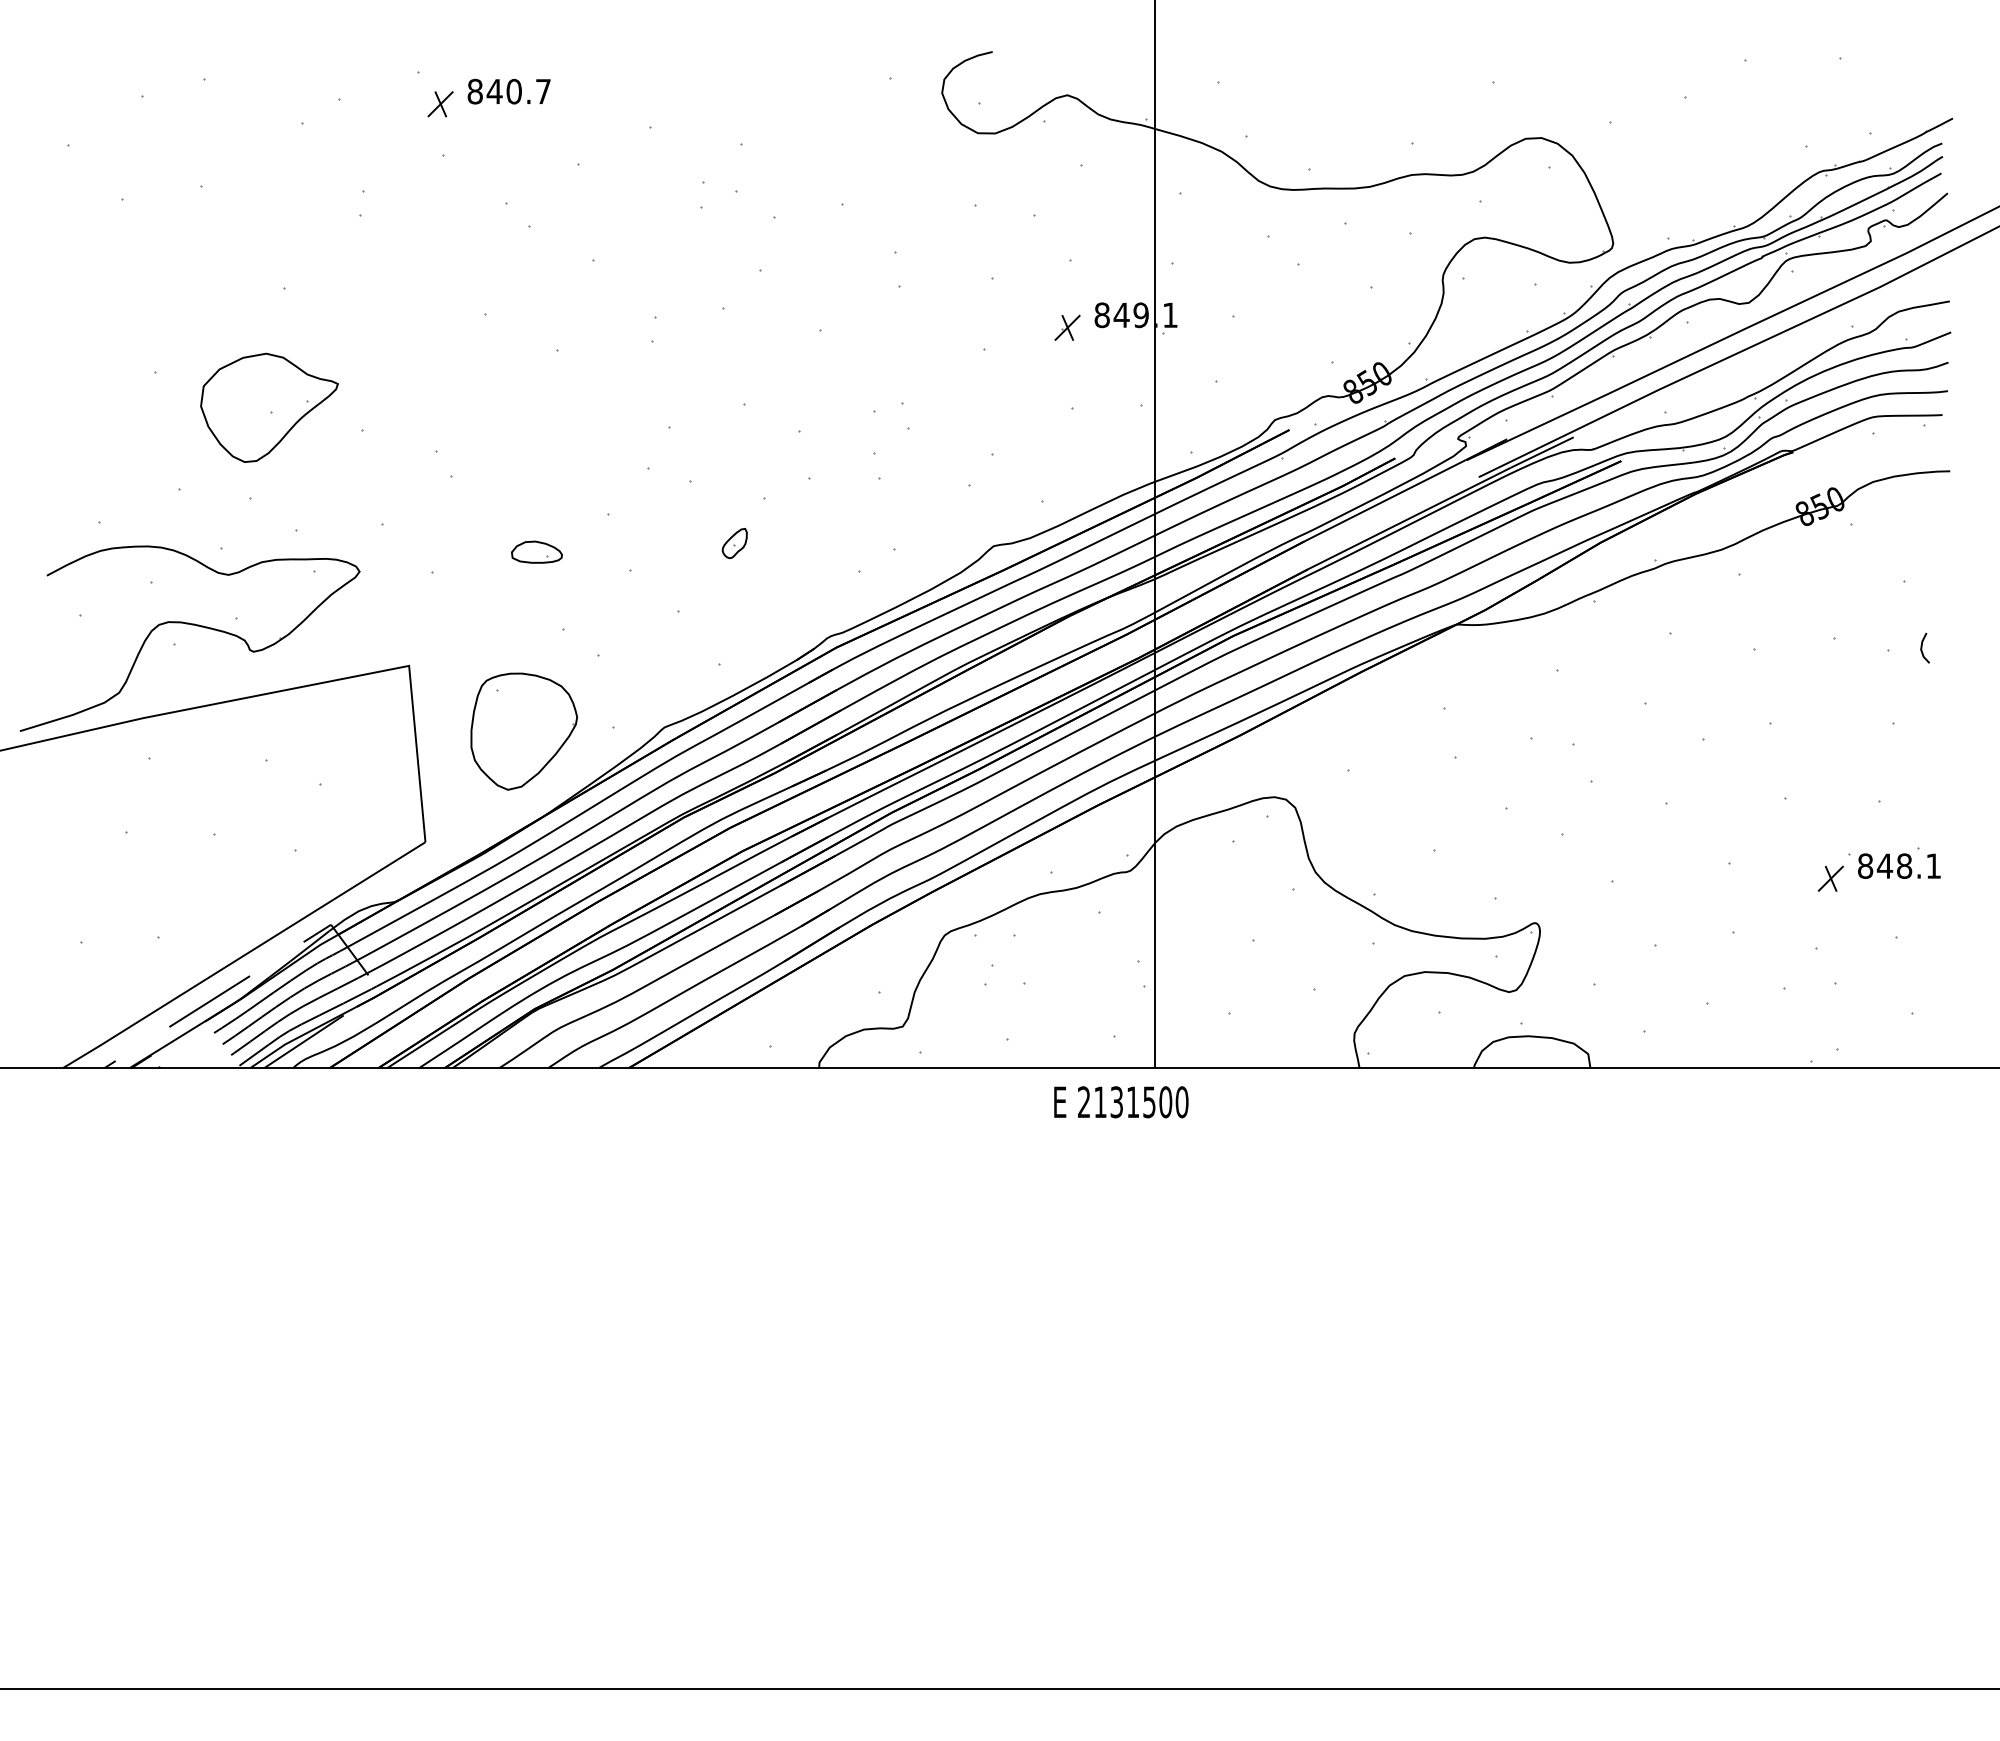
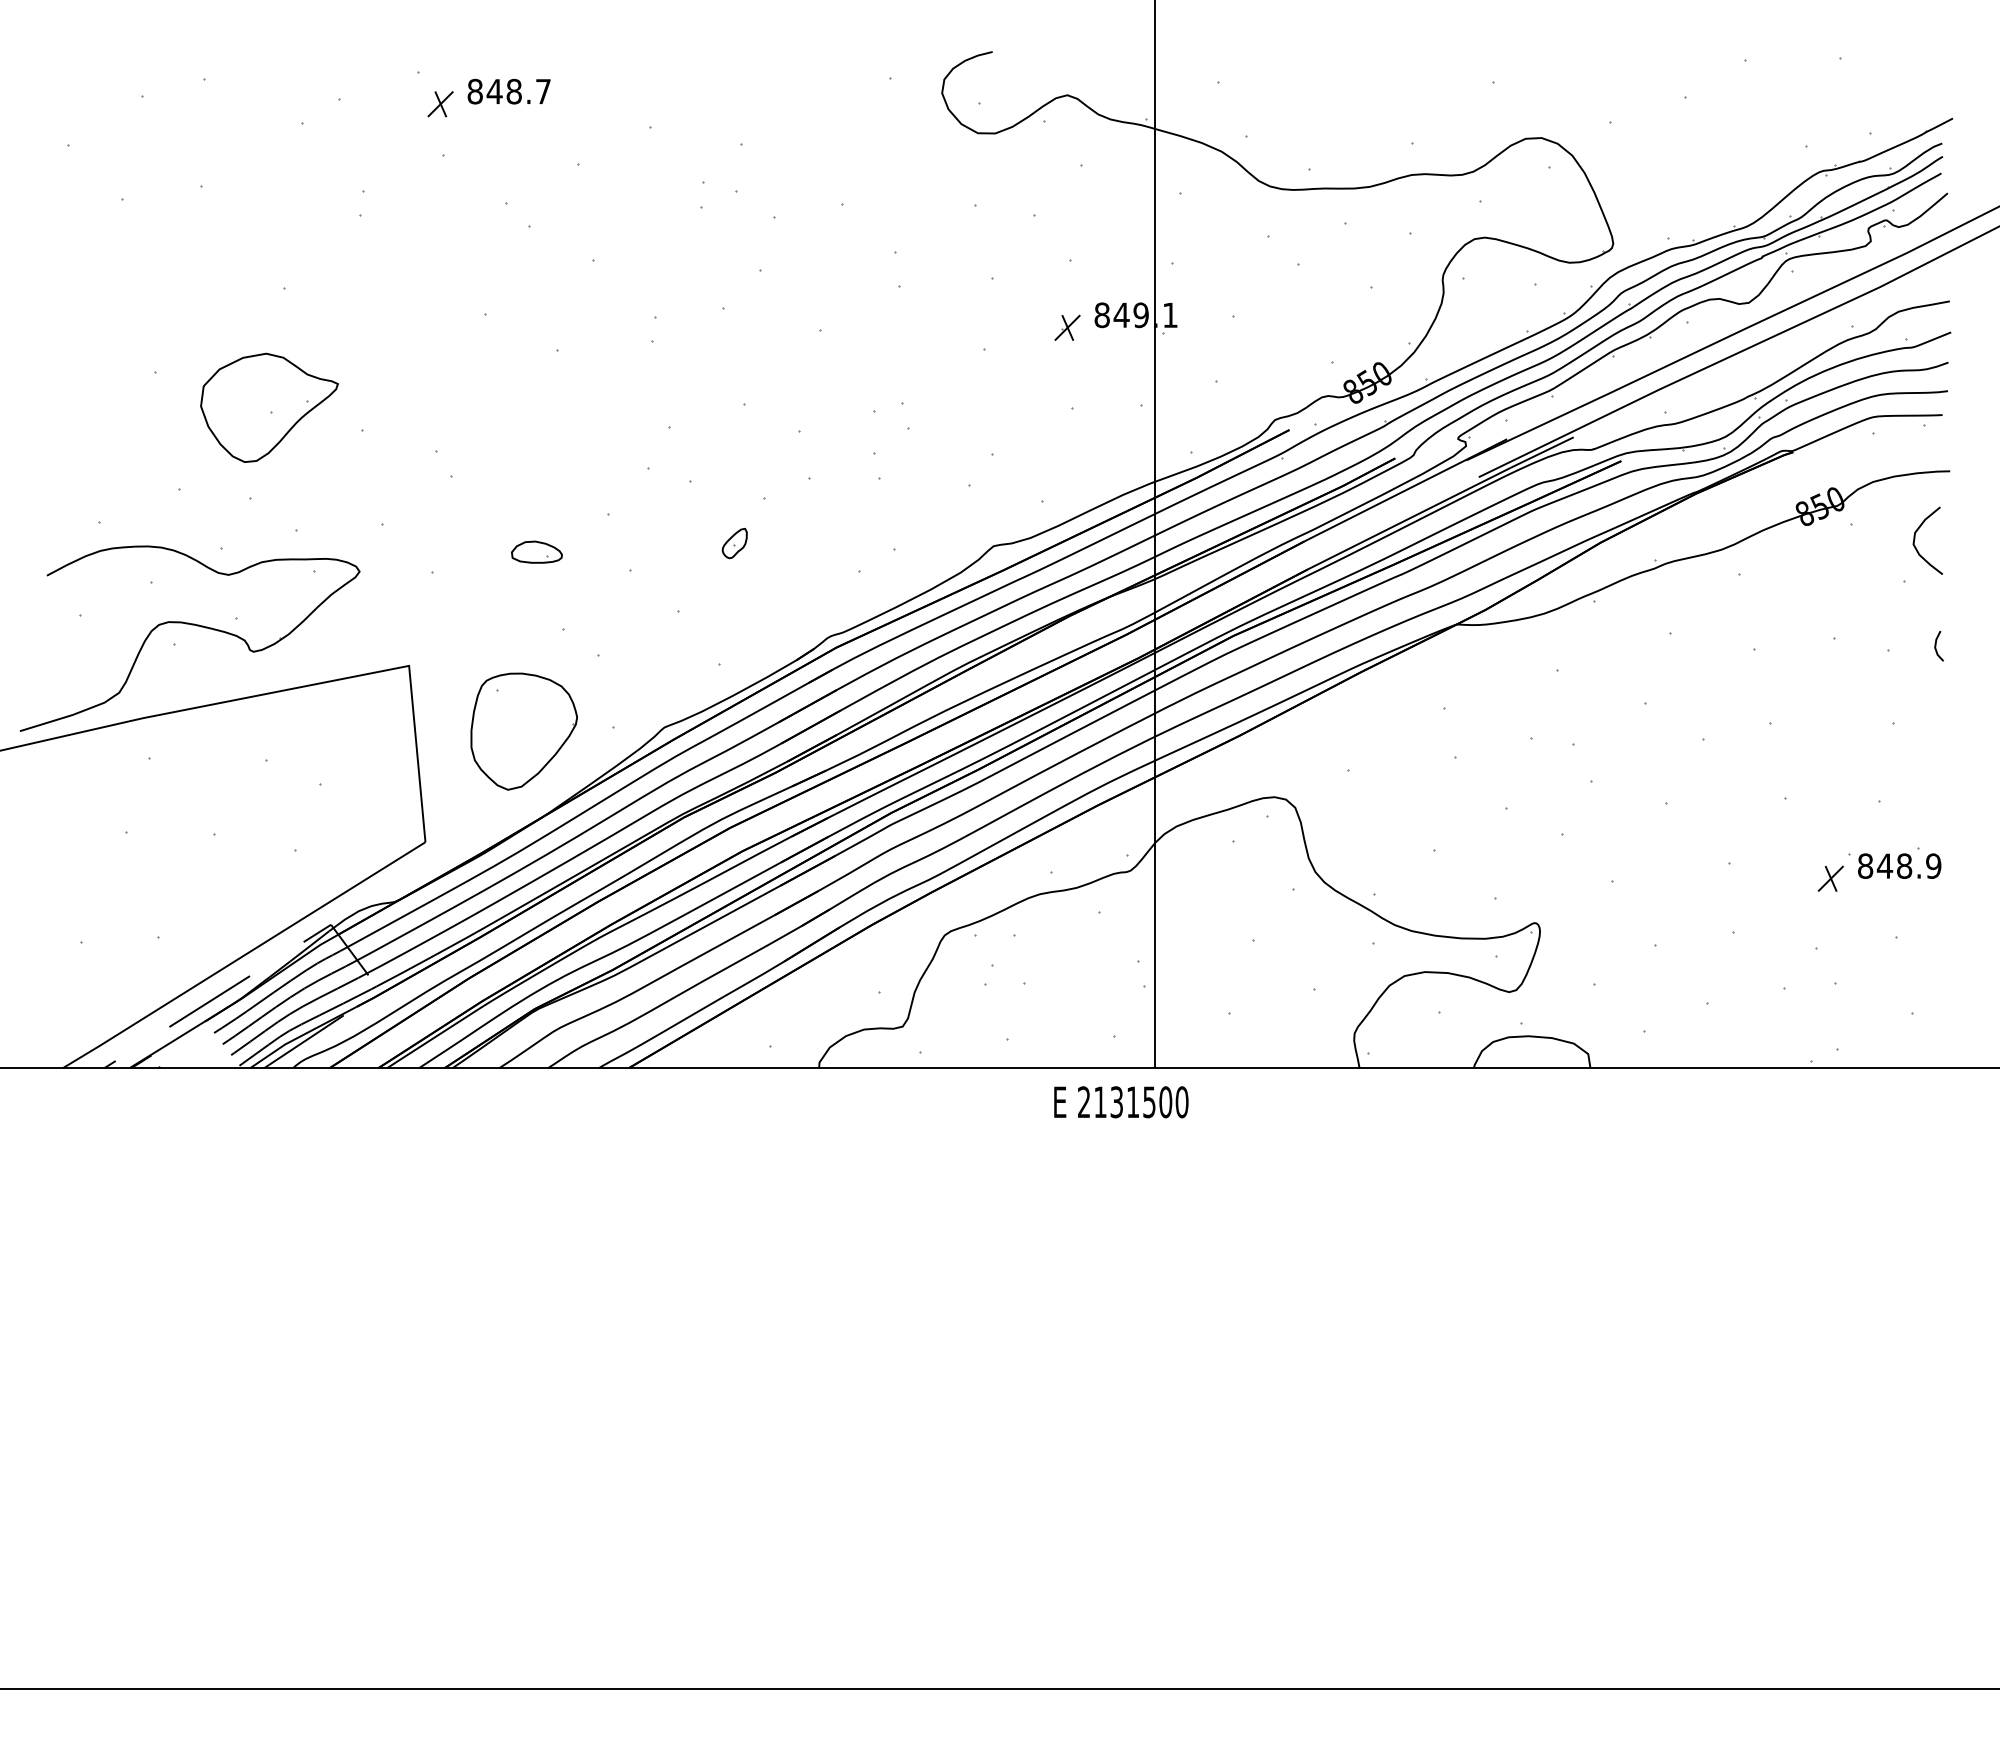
text at (513, 91): 840.7 -> 848.7
curve at (1915, 539): none -> present
line at (1922, 648) position: (1922, 648) -> (1936, 646)
text at (1933, 865): 848.1 -> 848.9
